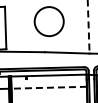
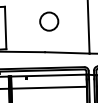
circle at (48, 21) diameter: 29 px -> 18 px
line at (88, 26): dashed -> solid
line at (49, 87): dashed -> solid
